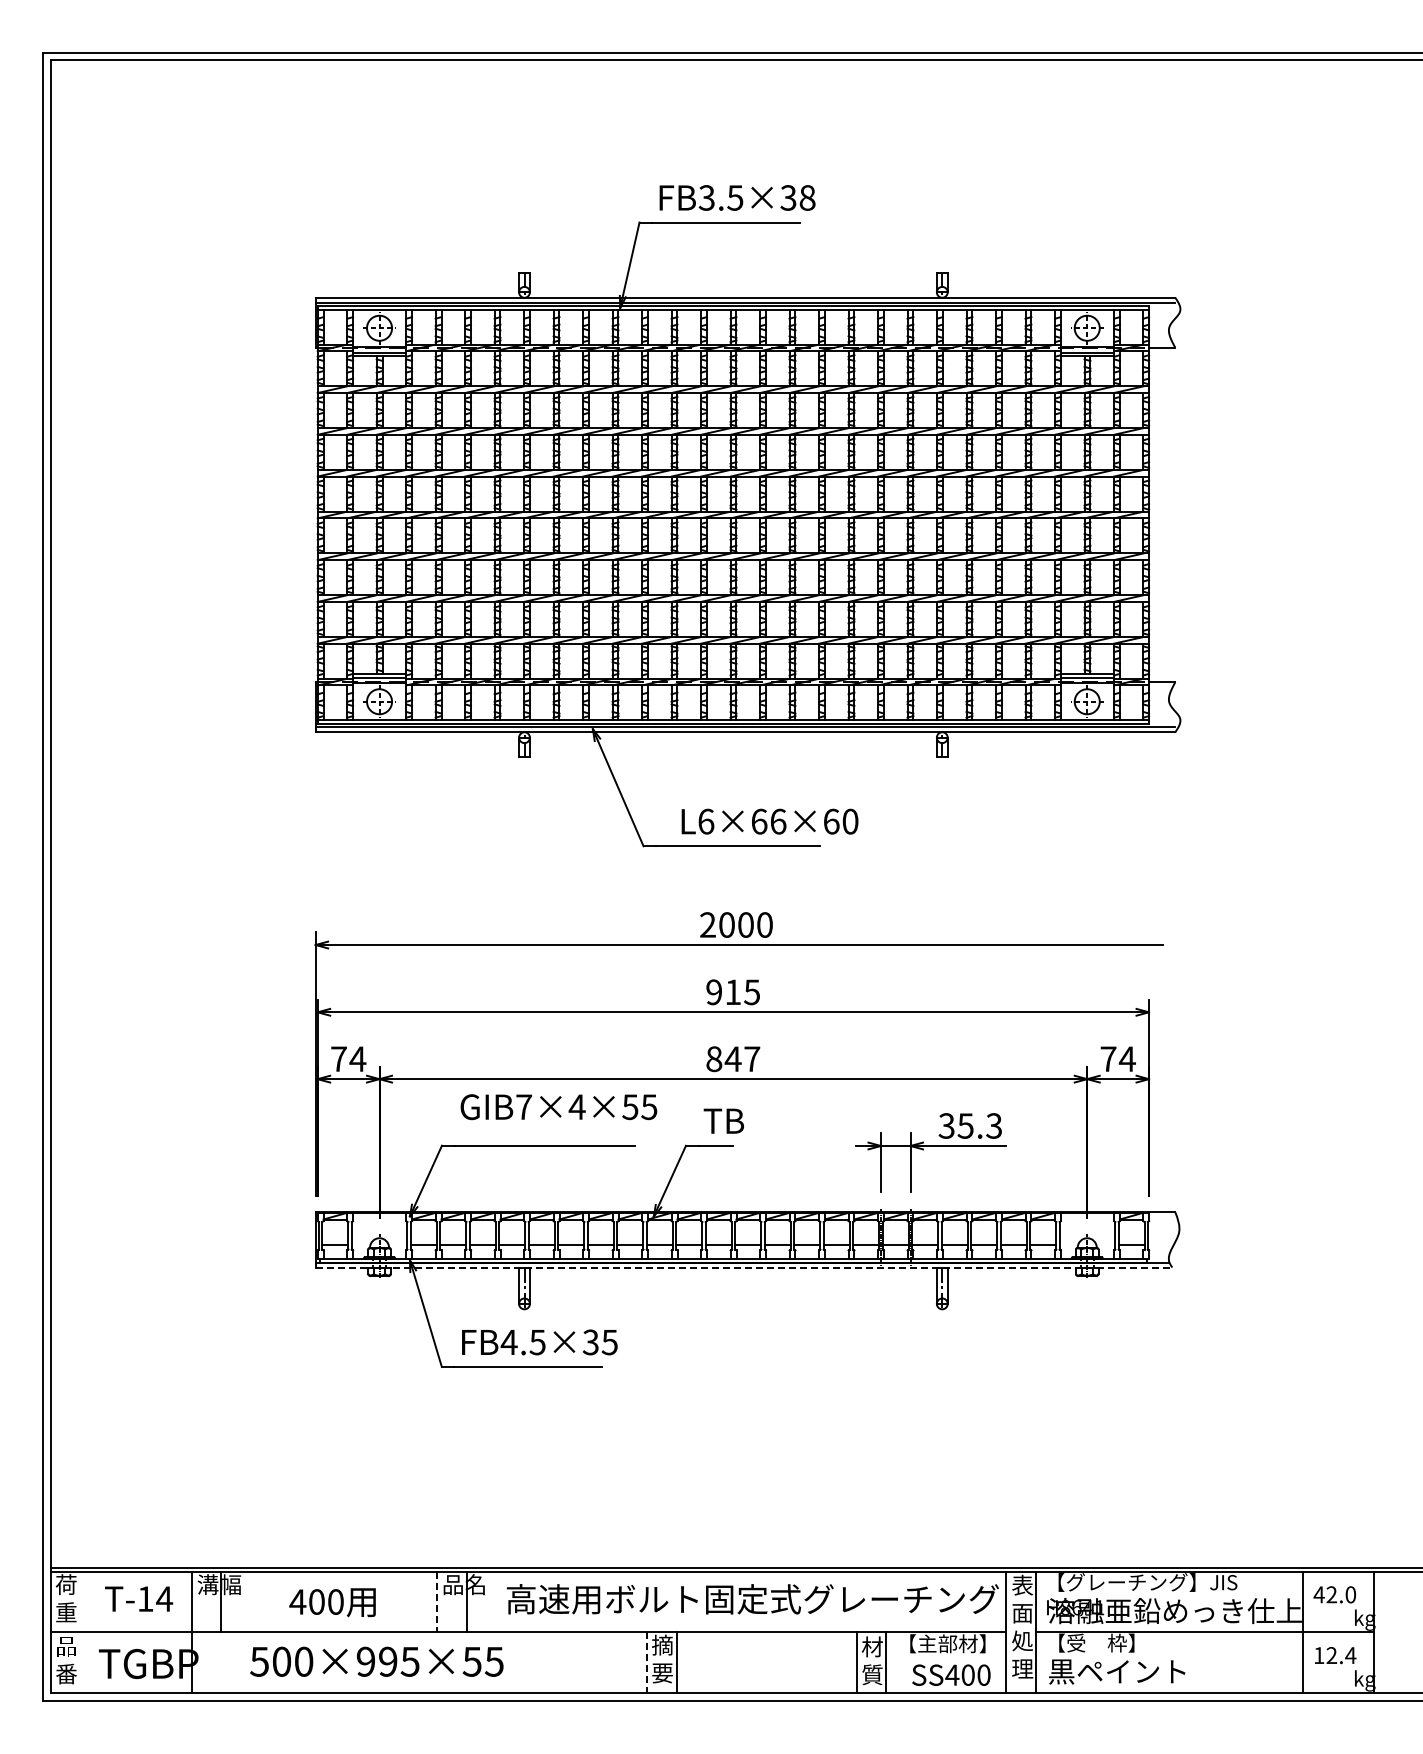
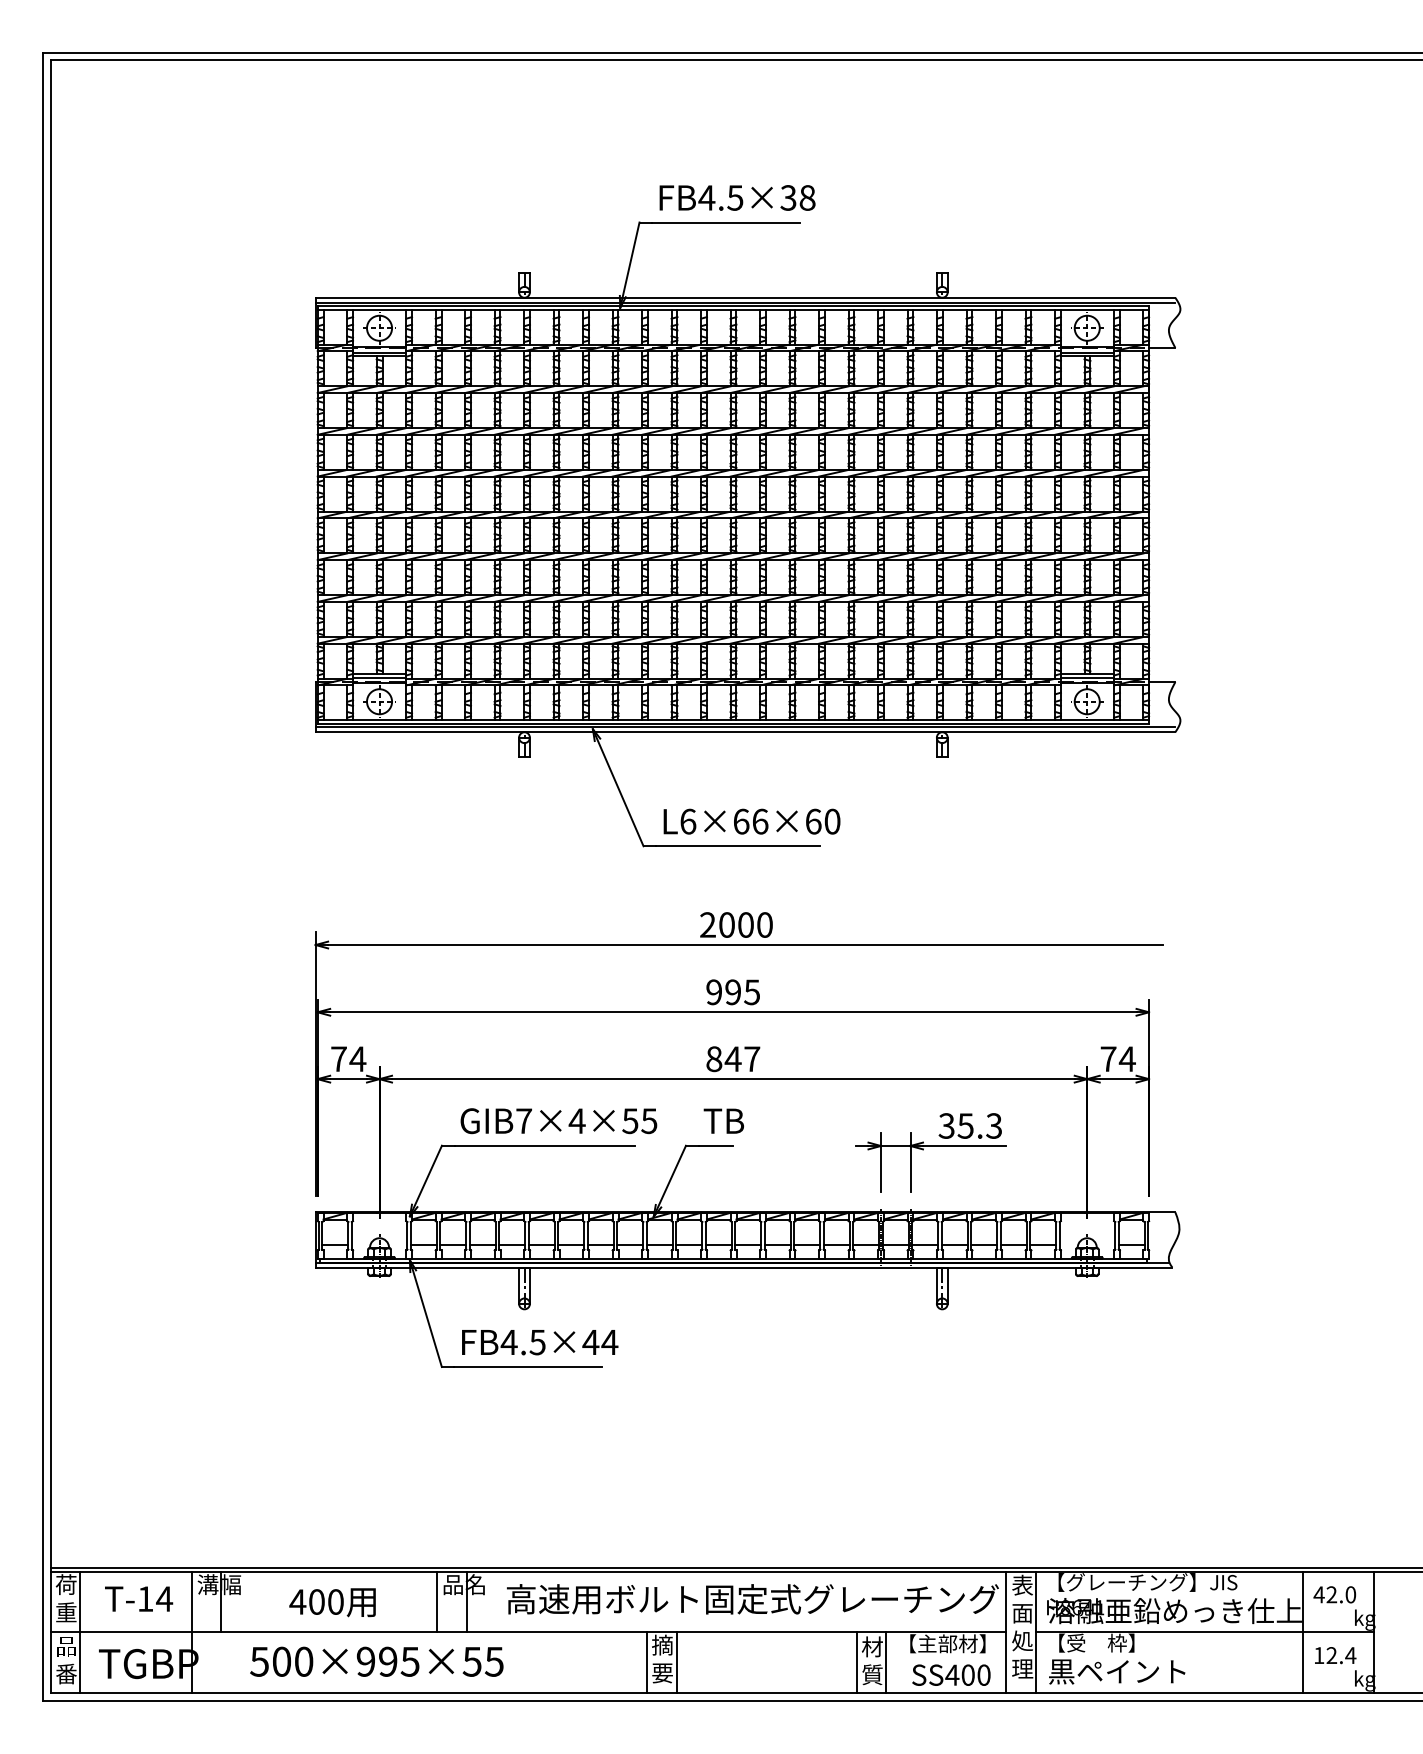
text at (706, 197): FB3.5×38 -> FB4.5×38
text at (769, 821) position: (769, 821) -> (751, 821)
text at (732, 992): 915 -> 995
text at (558, 1107) position: (558, 1107) -> (558, 1121)
line at (744, 1267): dashed -> solid
text at (600, 1342): FB4.5×35 -> FB4.5×44
line at (437, 1602): dashed -> solid
line at (80, 1632): none -> present
line at (647, 1663): dashed -> solid
